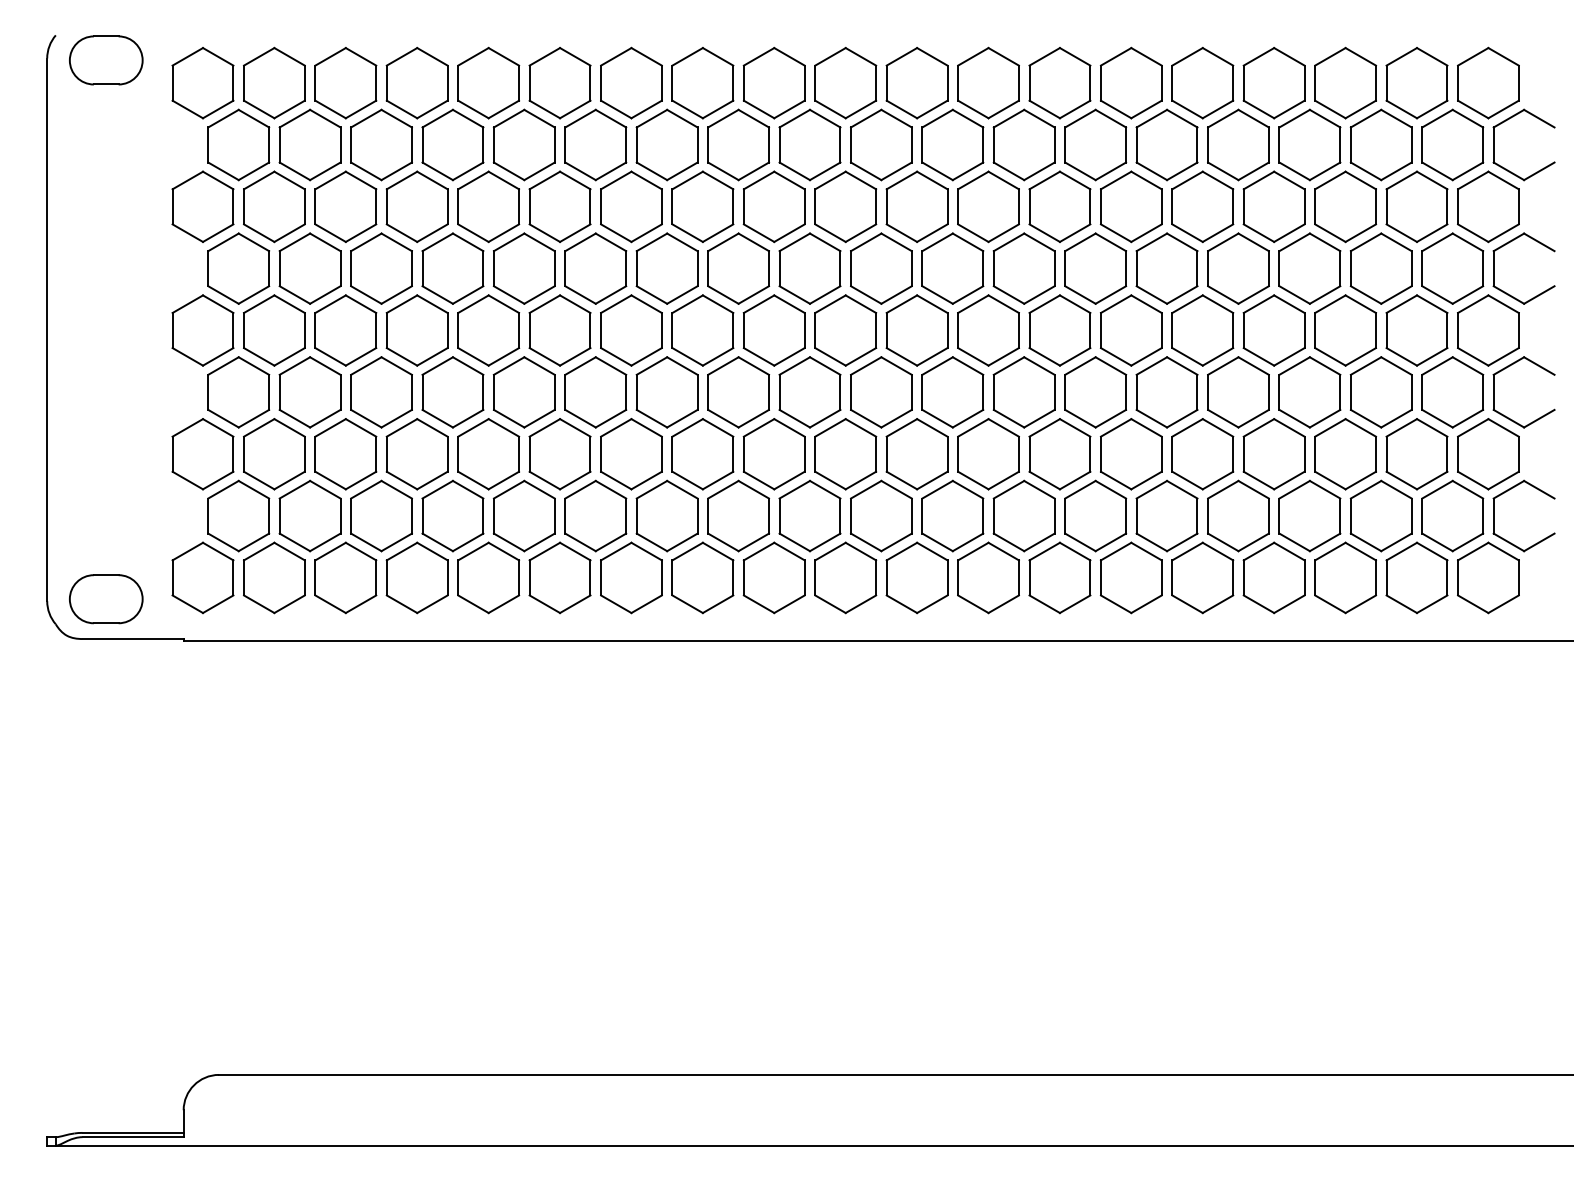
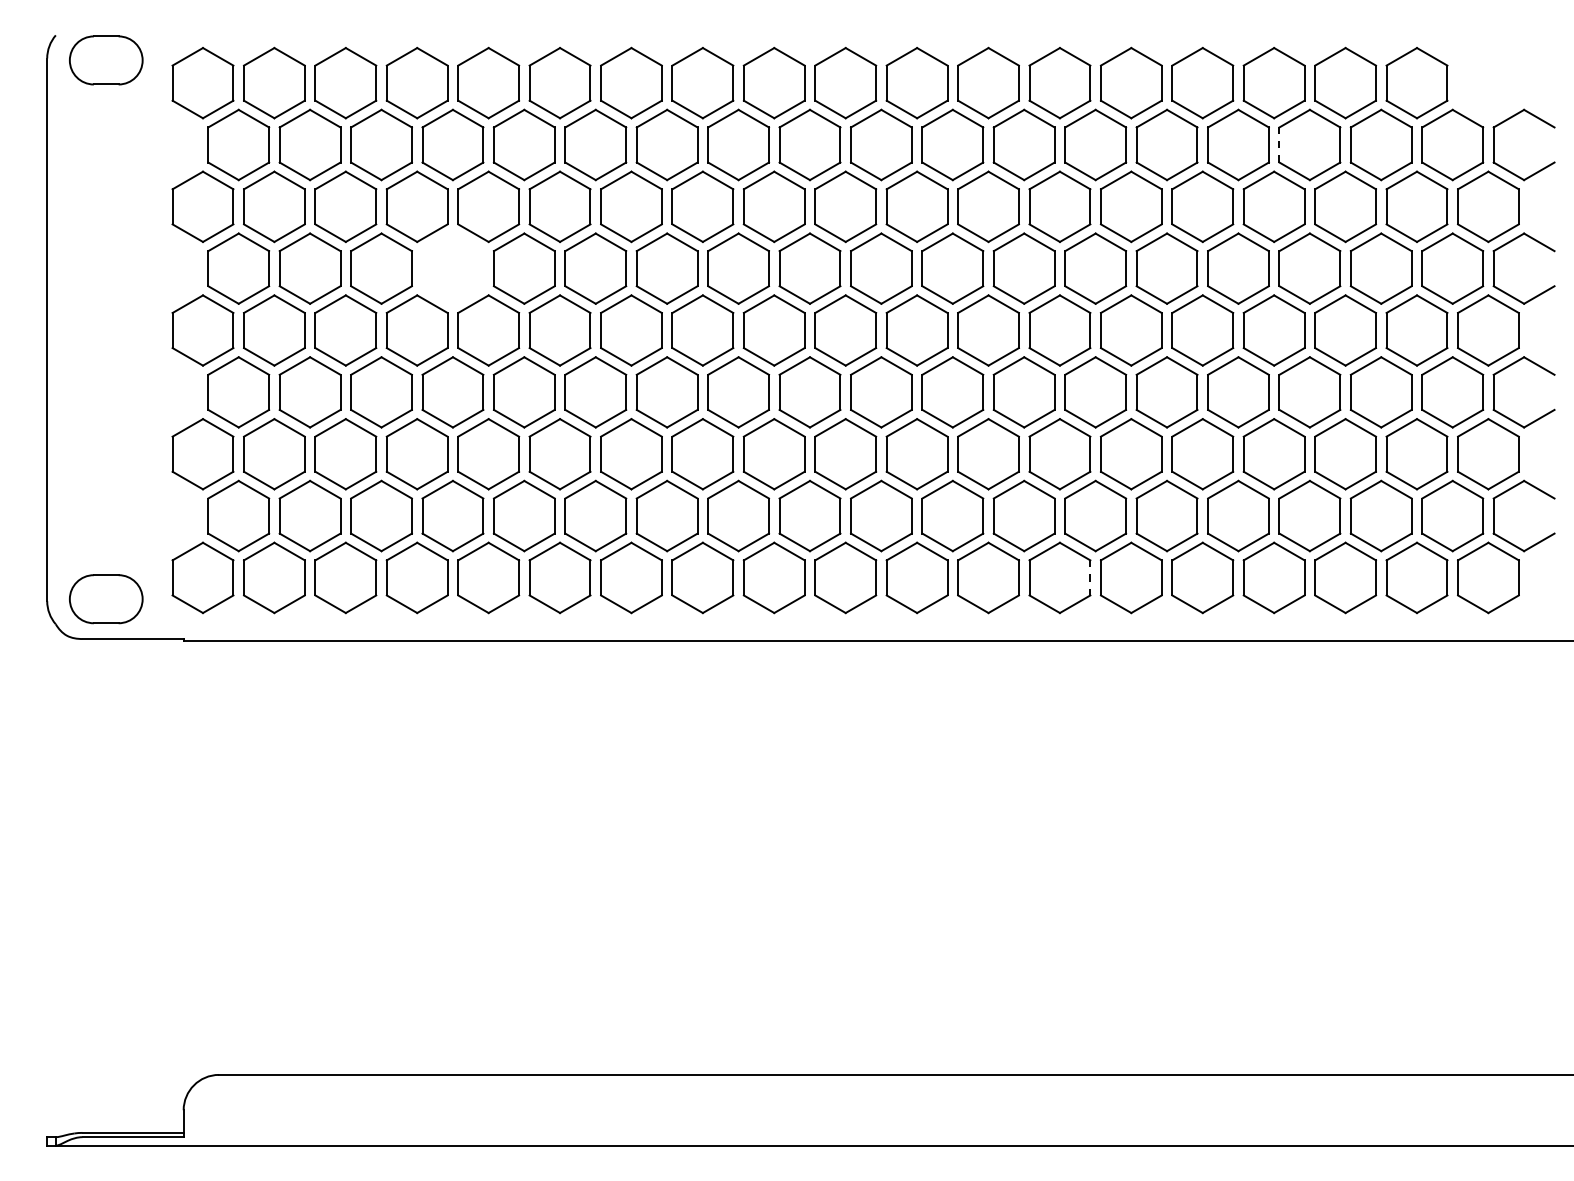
part at (1488, 82): present -> none
line at (1279, 145): solid -> dashed
part at (452, 268): present -> none
line at (1090, 577): solid -> dashed
